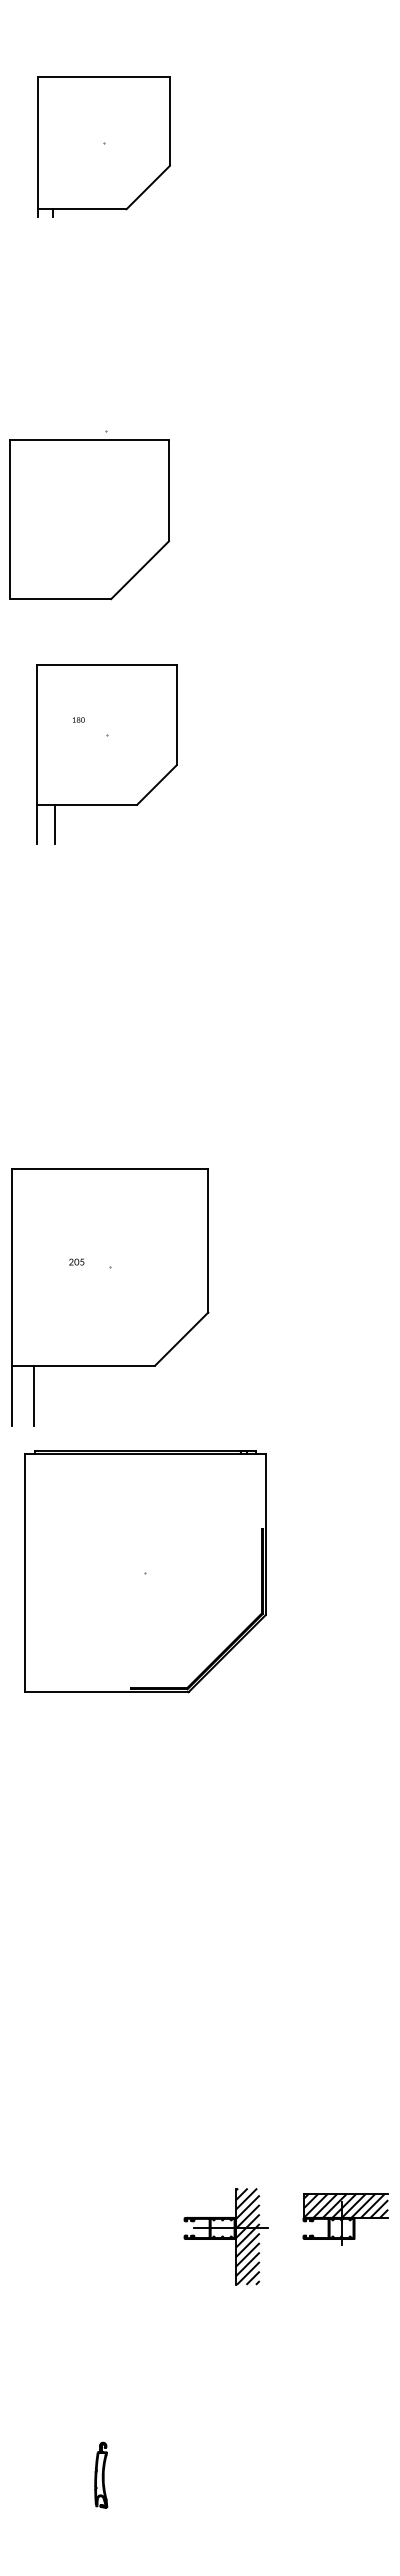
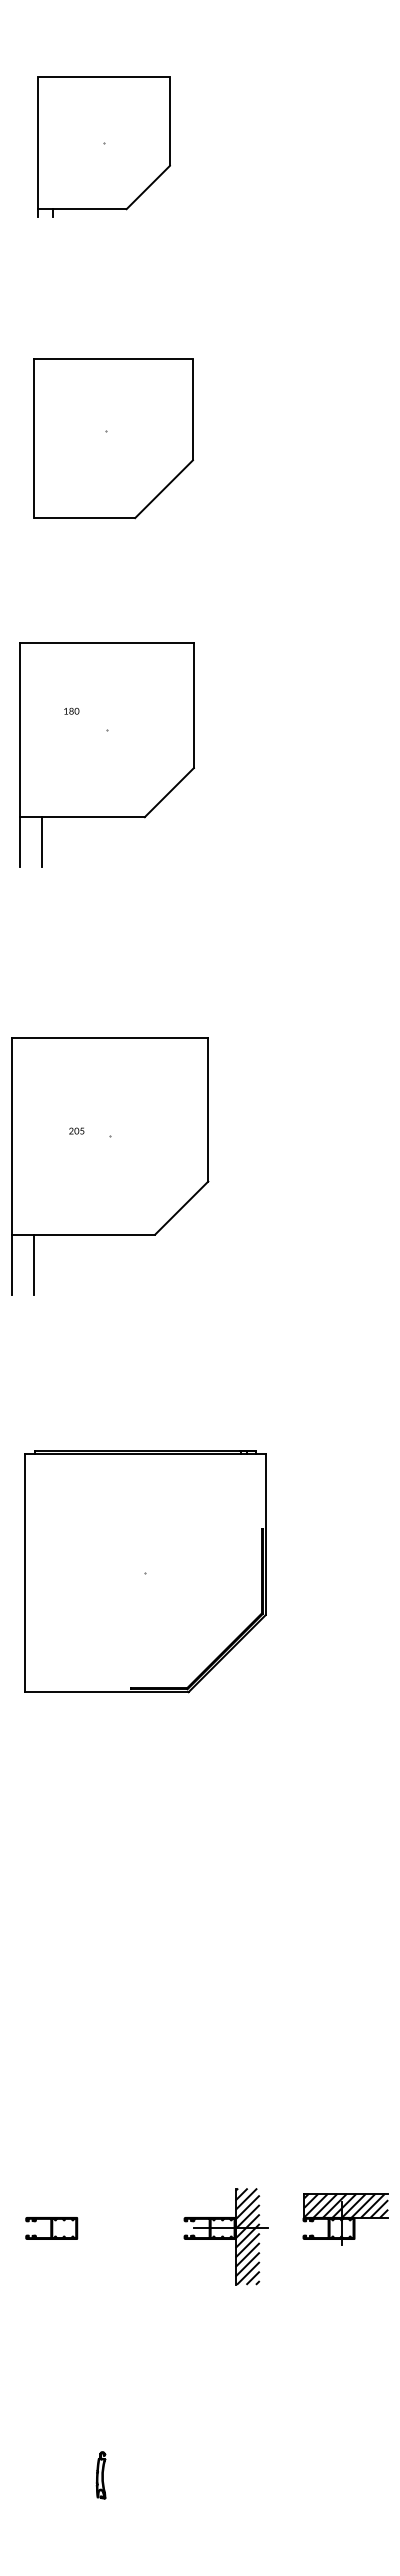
part at (89, 519) position: (89, 519) -> (113, 438)
part at (106, 754) size: 142x181 px -> 176x226 px
part at (110, 1297) position: (110, 1297) -> (110, 1166)
part at (51, 2228): none -> present
part at (101, 2474) size: 15x68 px -> 12x49 px
